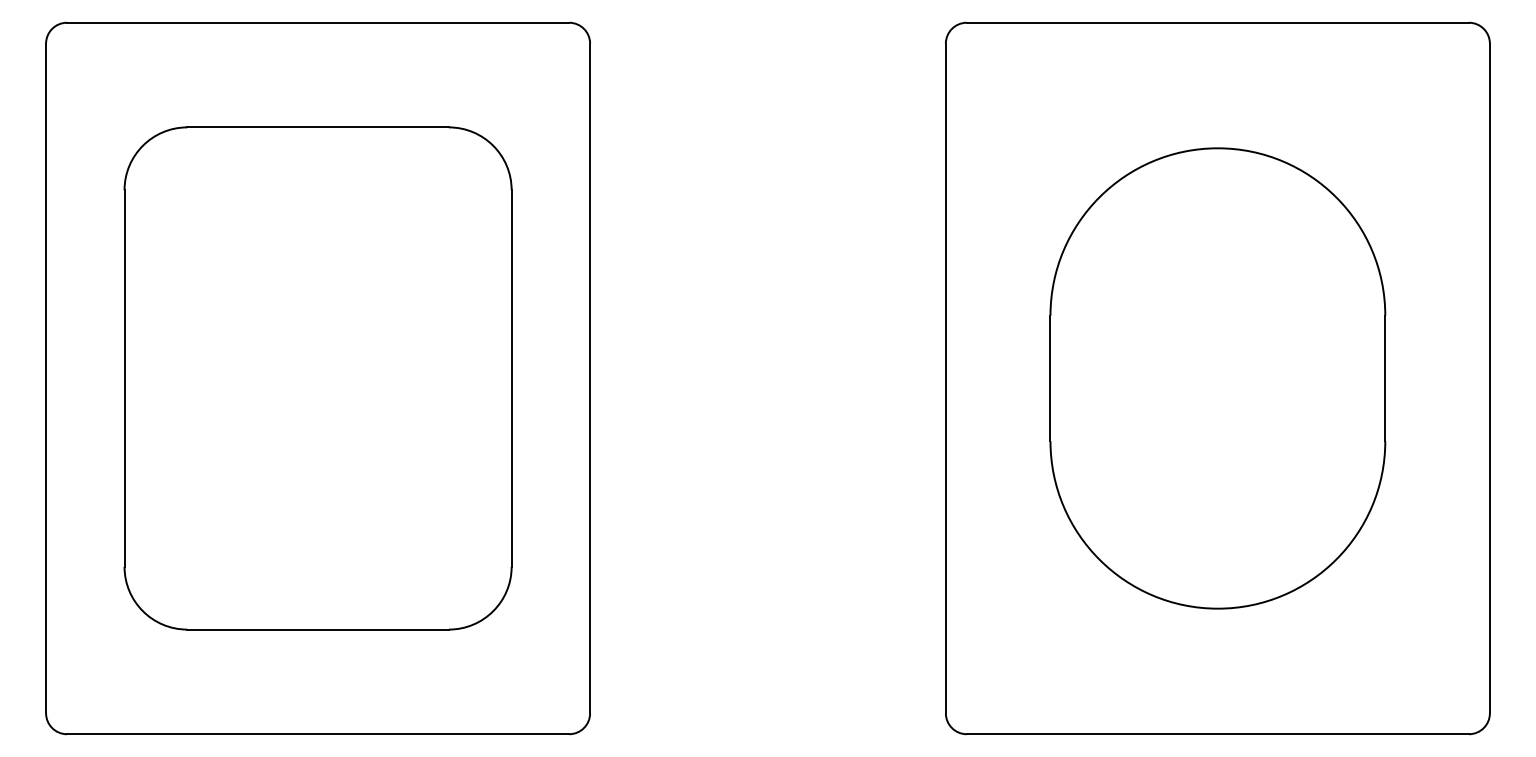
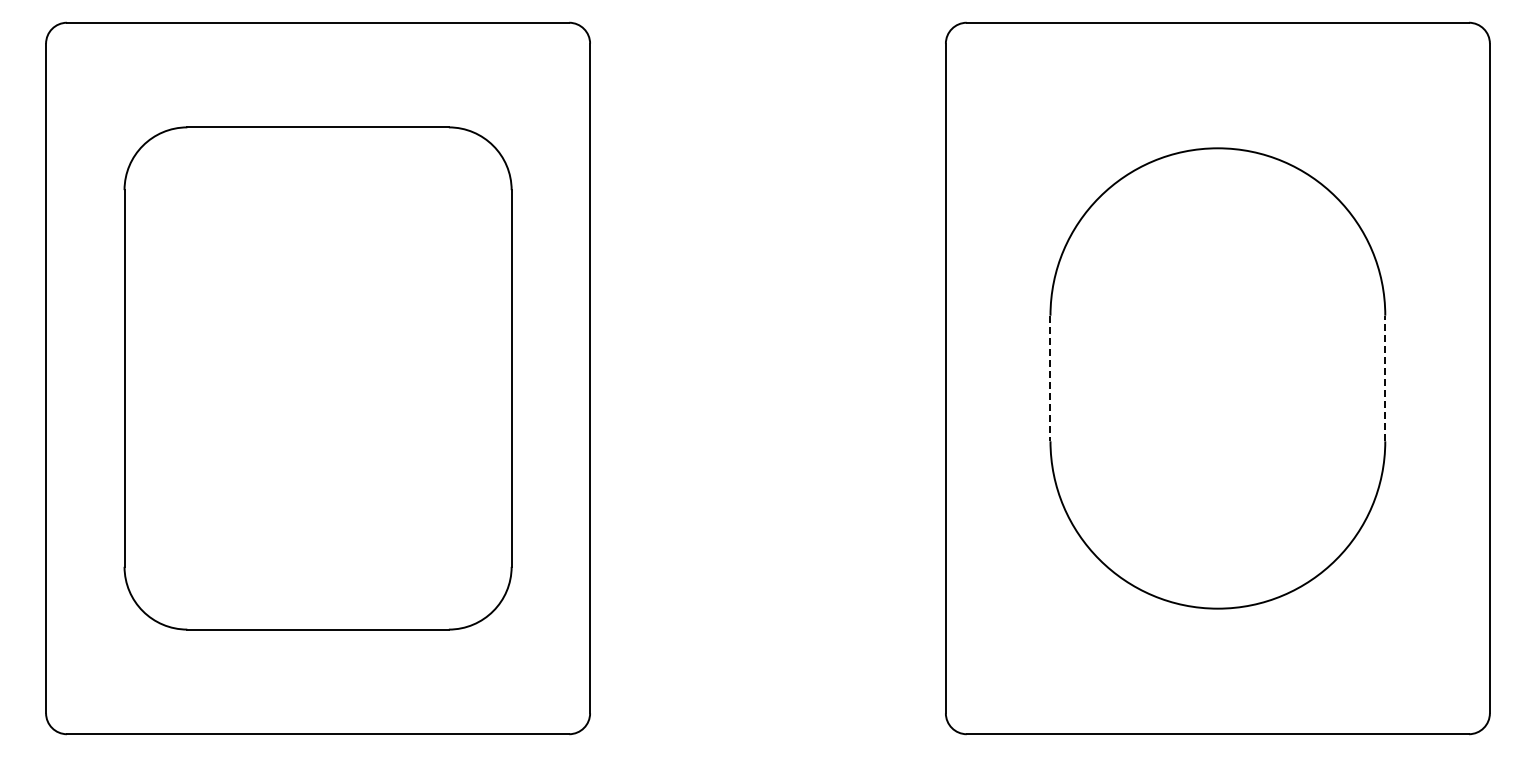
line at (1050, 378): solid -> dashed
line at (1385, 378): solid -> dashed
